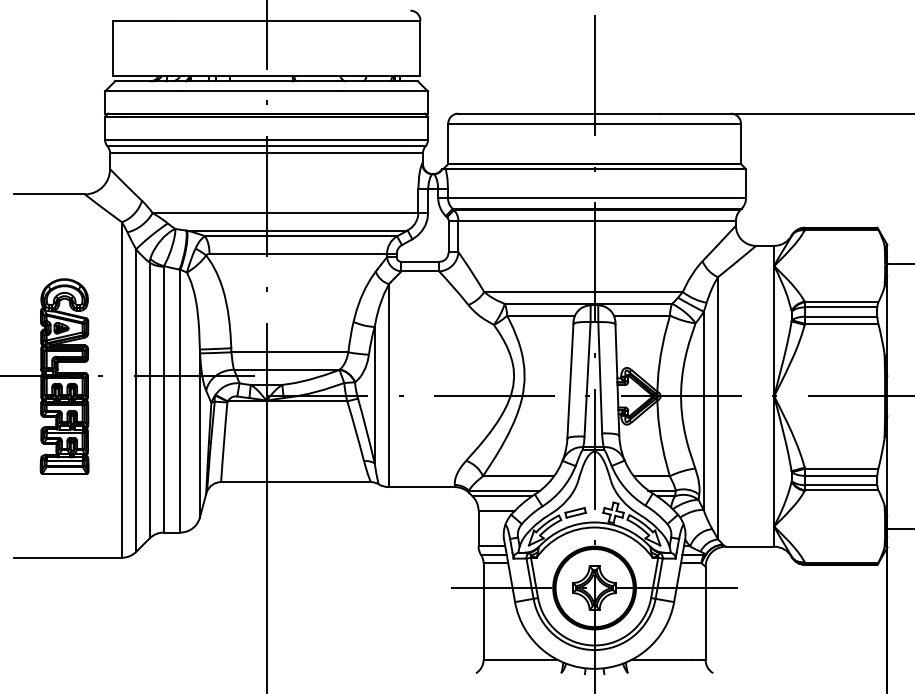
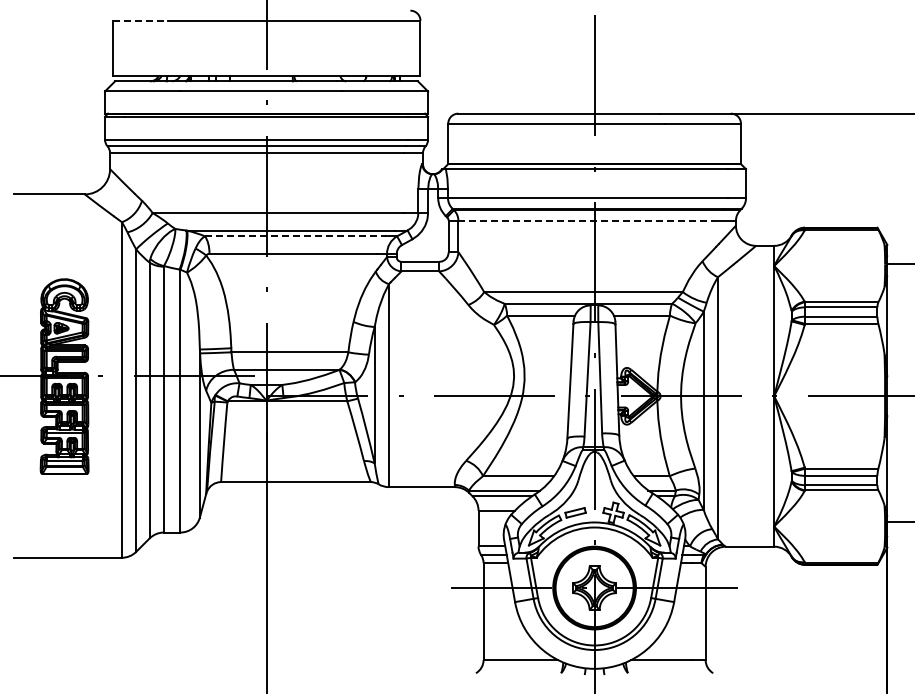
line at (140, 20): solid -> dashed
line at (589, 220): solid -> dashed
line at (295, 236): solid -> dashed
line at (899, 529) position: (899, 529) -> (899, 522)
